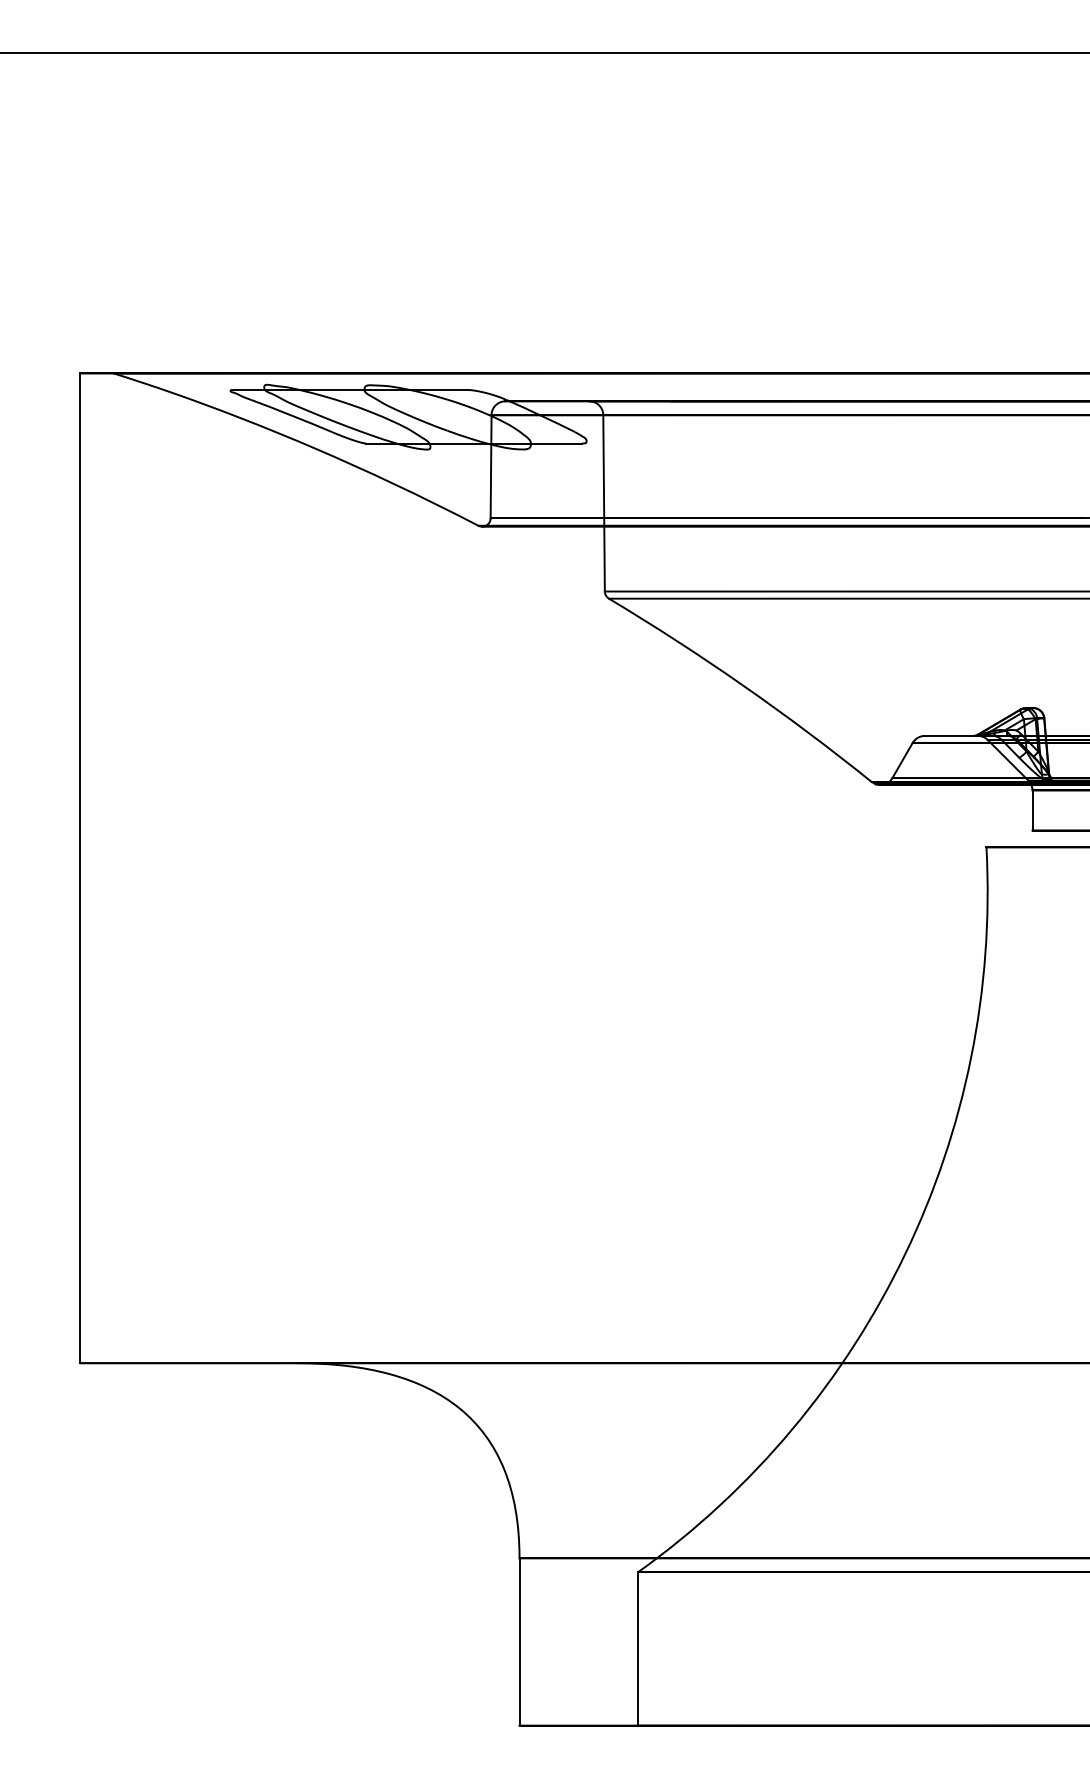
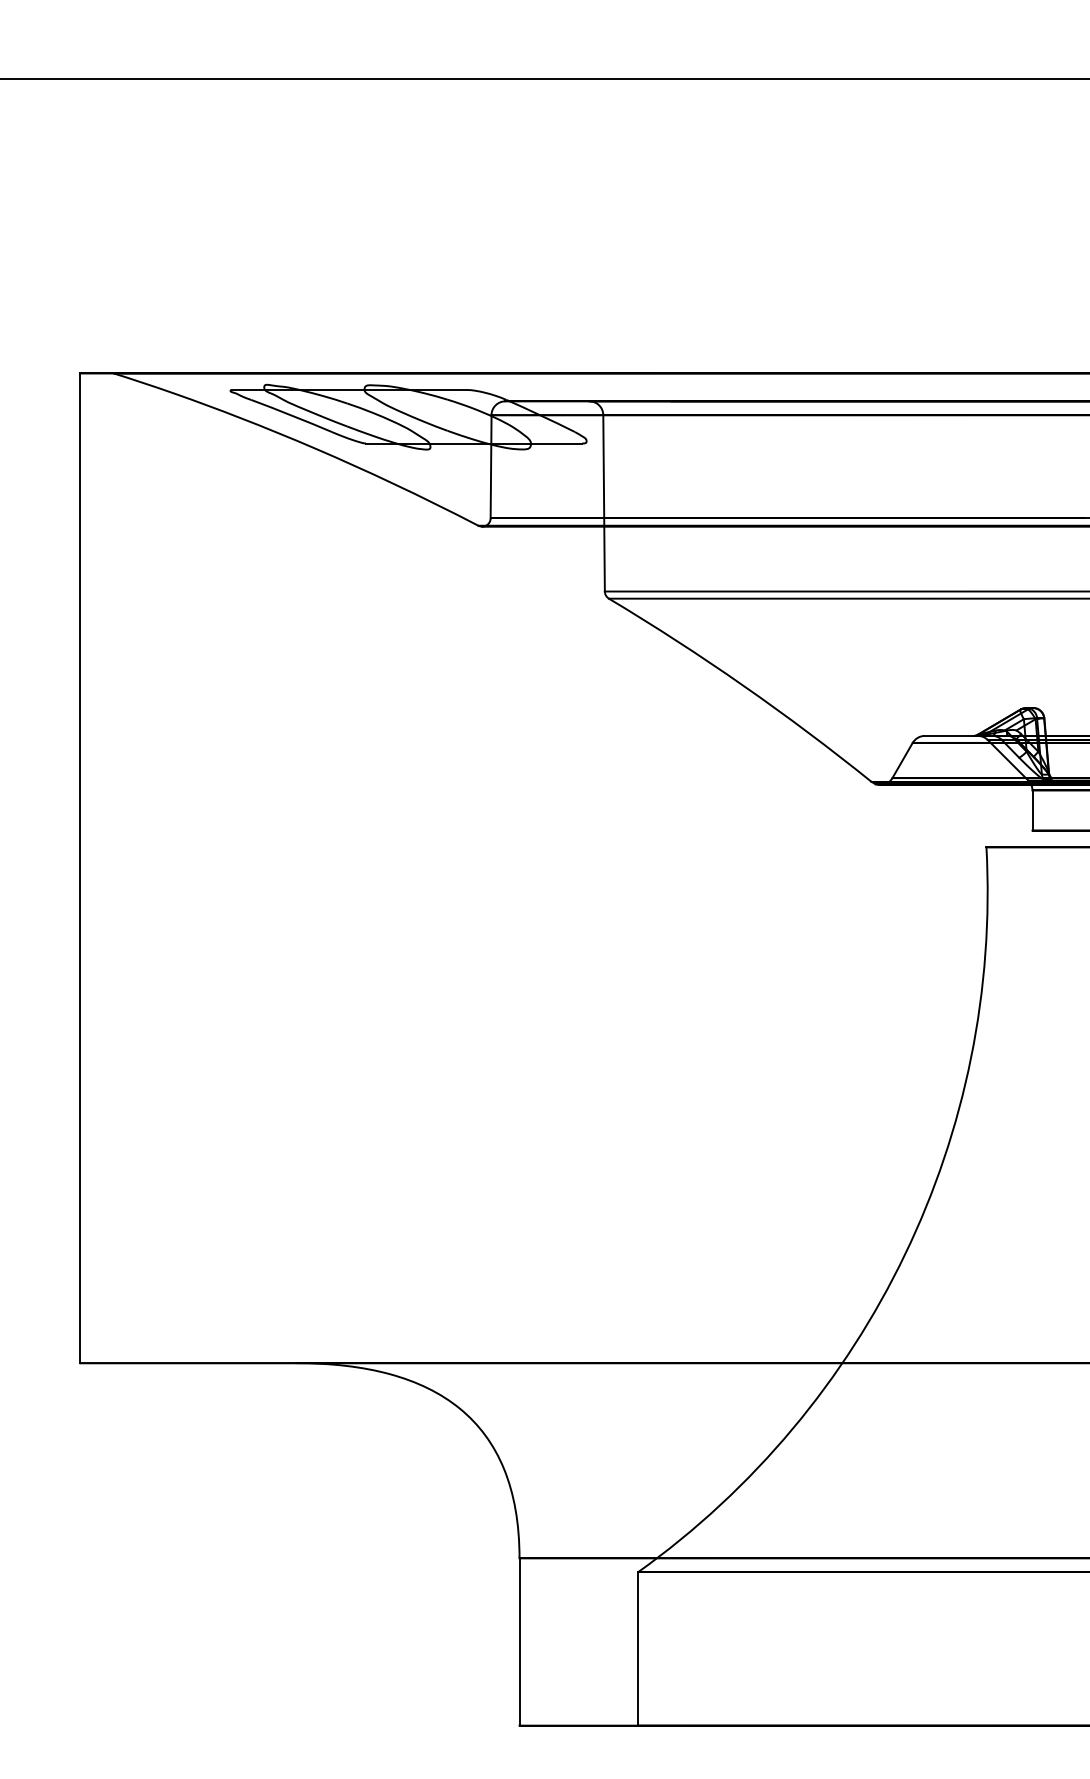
line at (544, 53) position: (544, 53) -> (544, 79)
